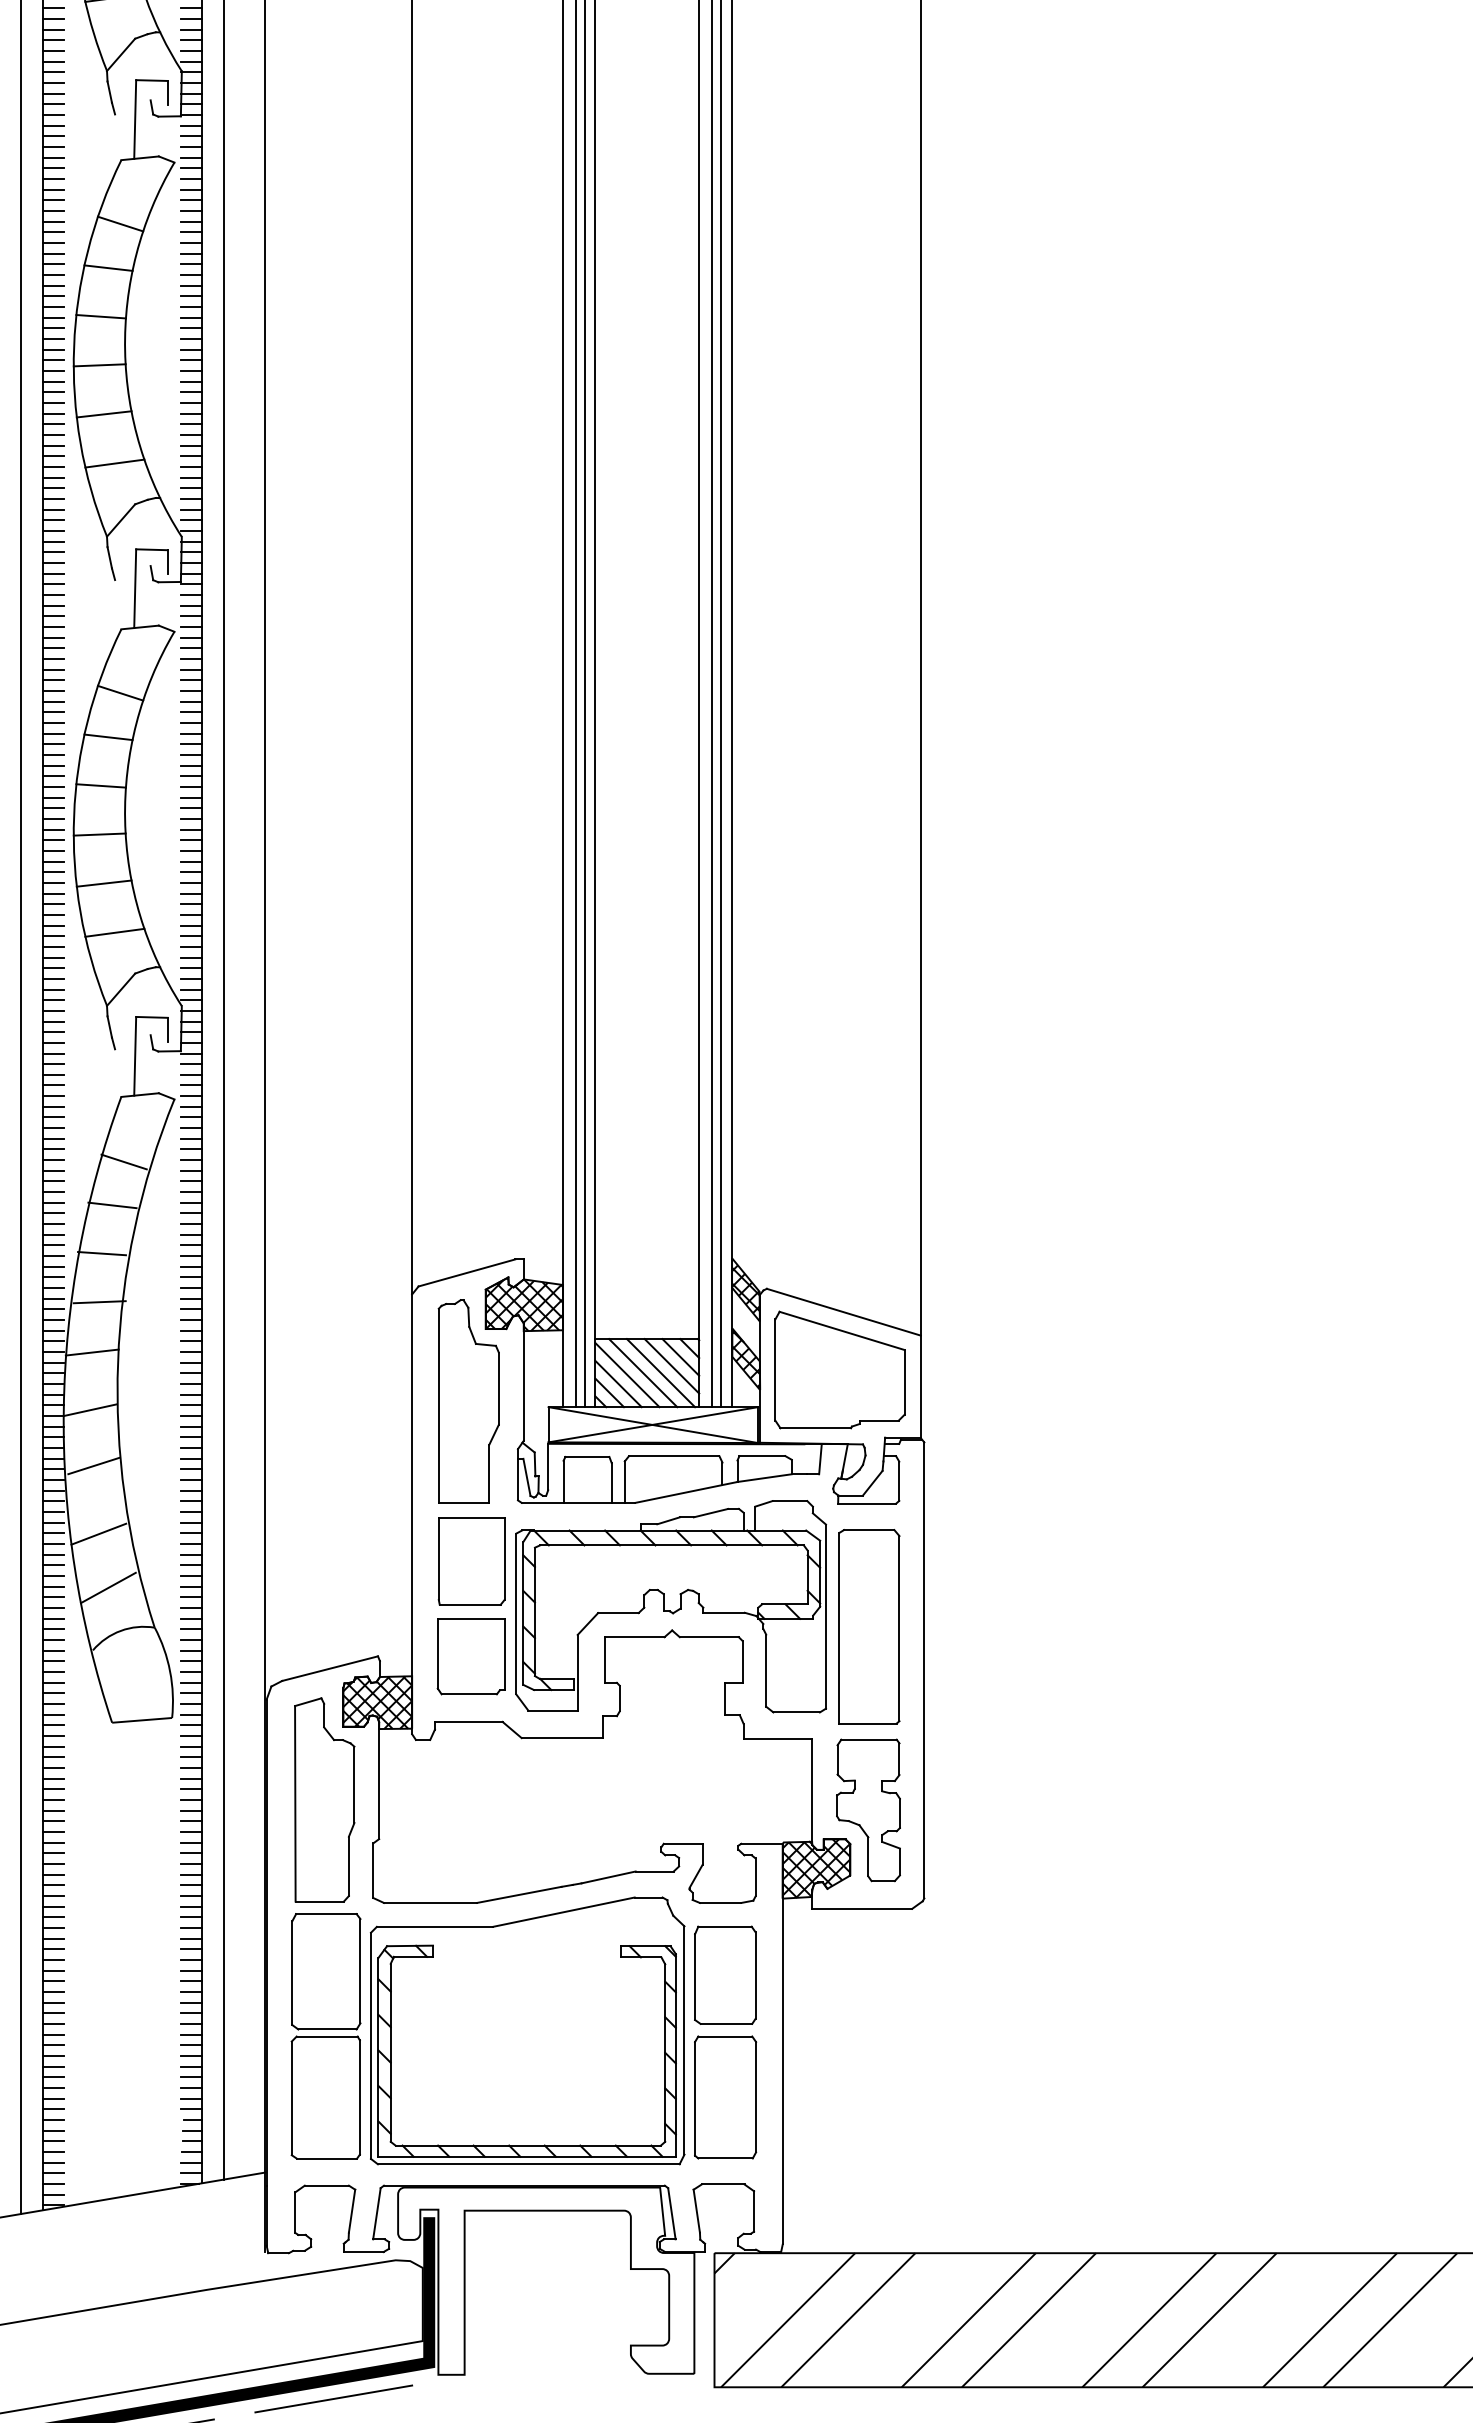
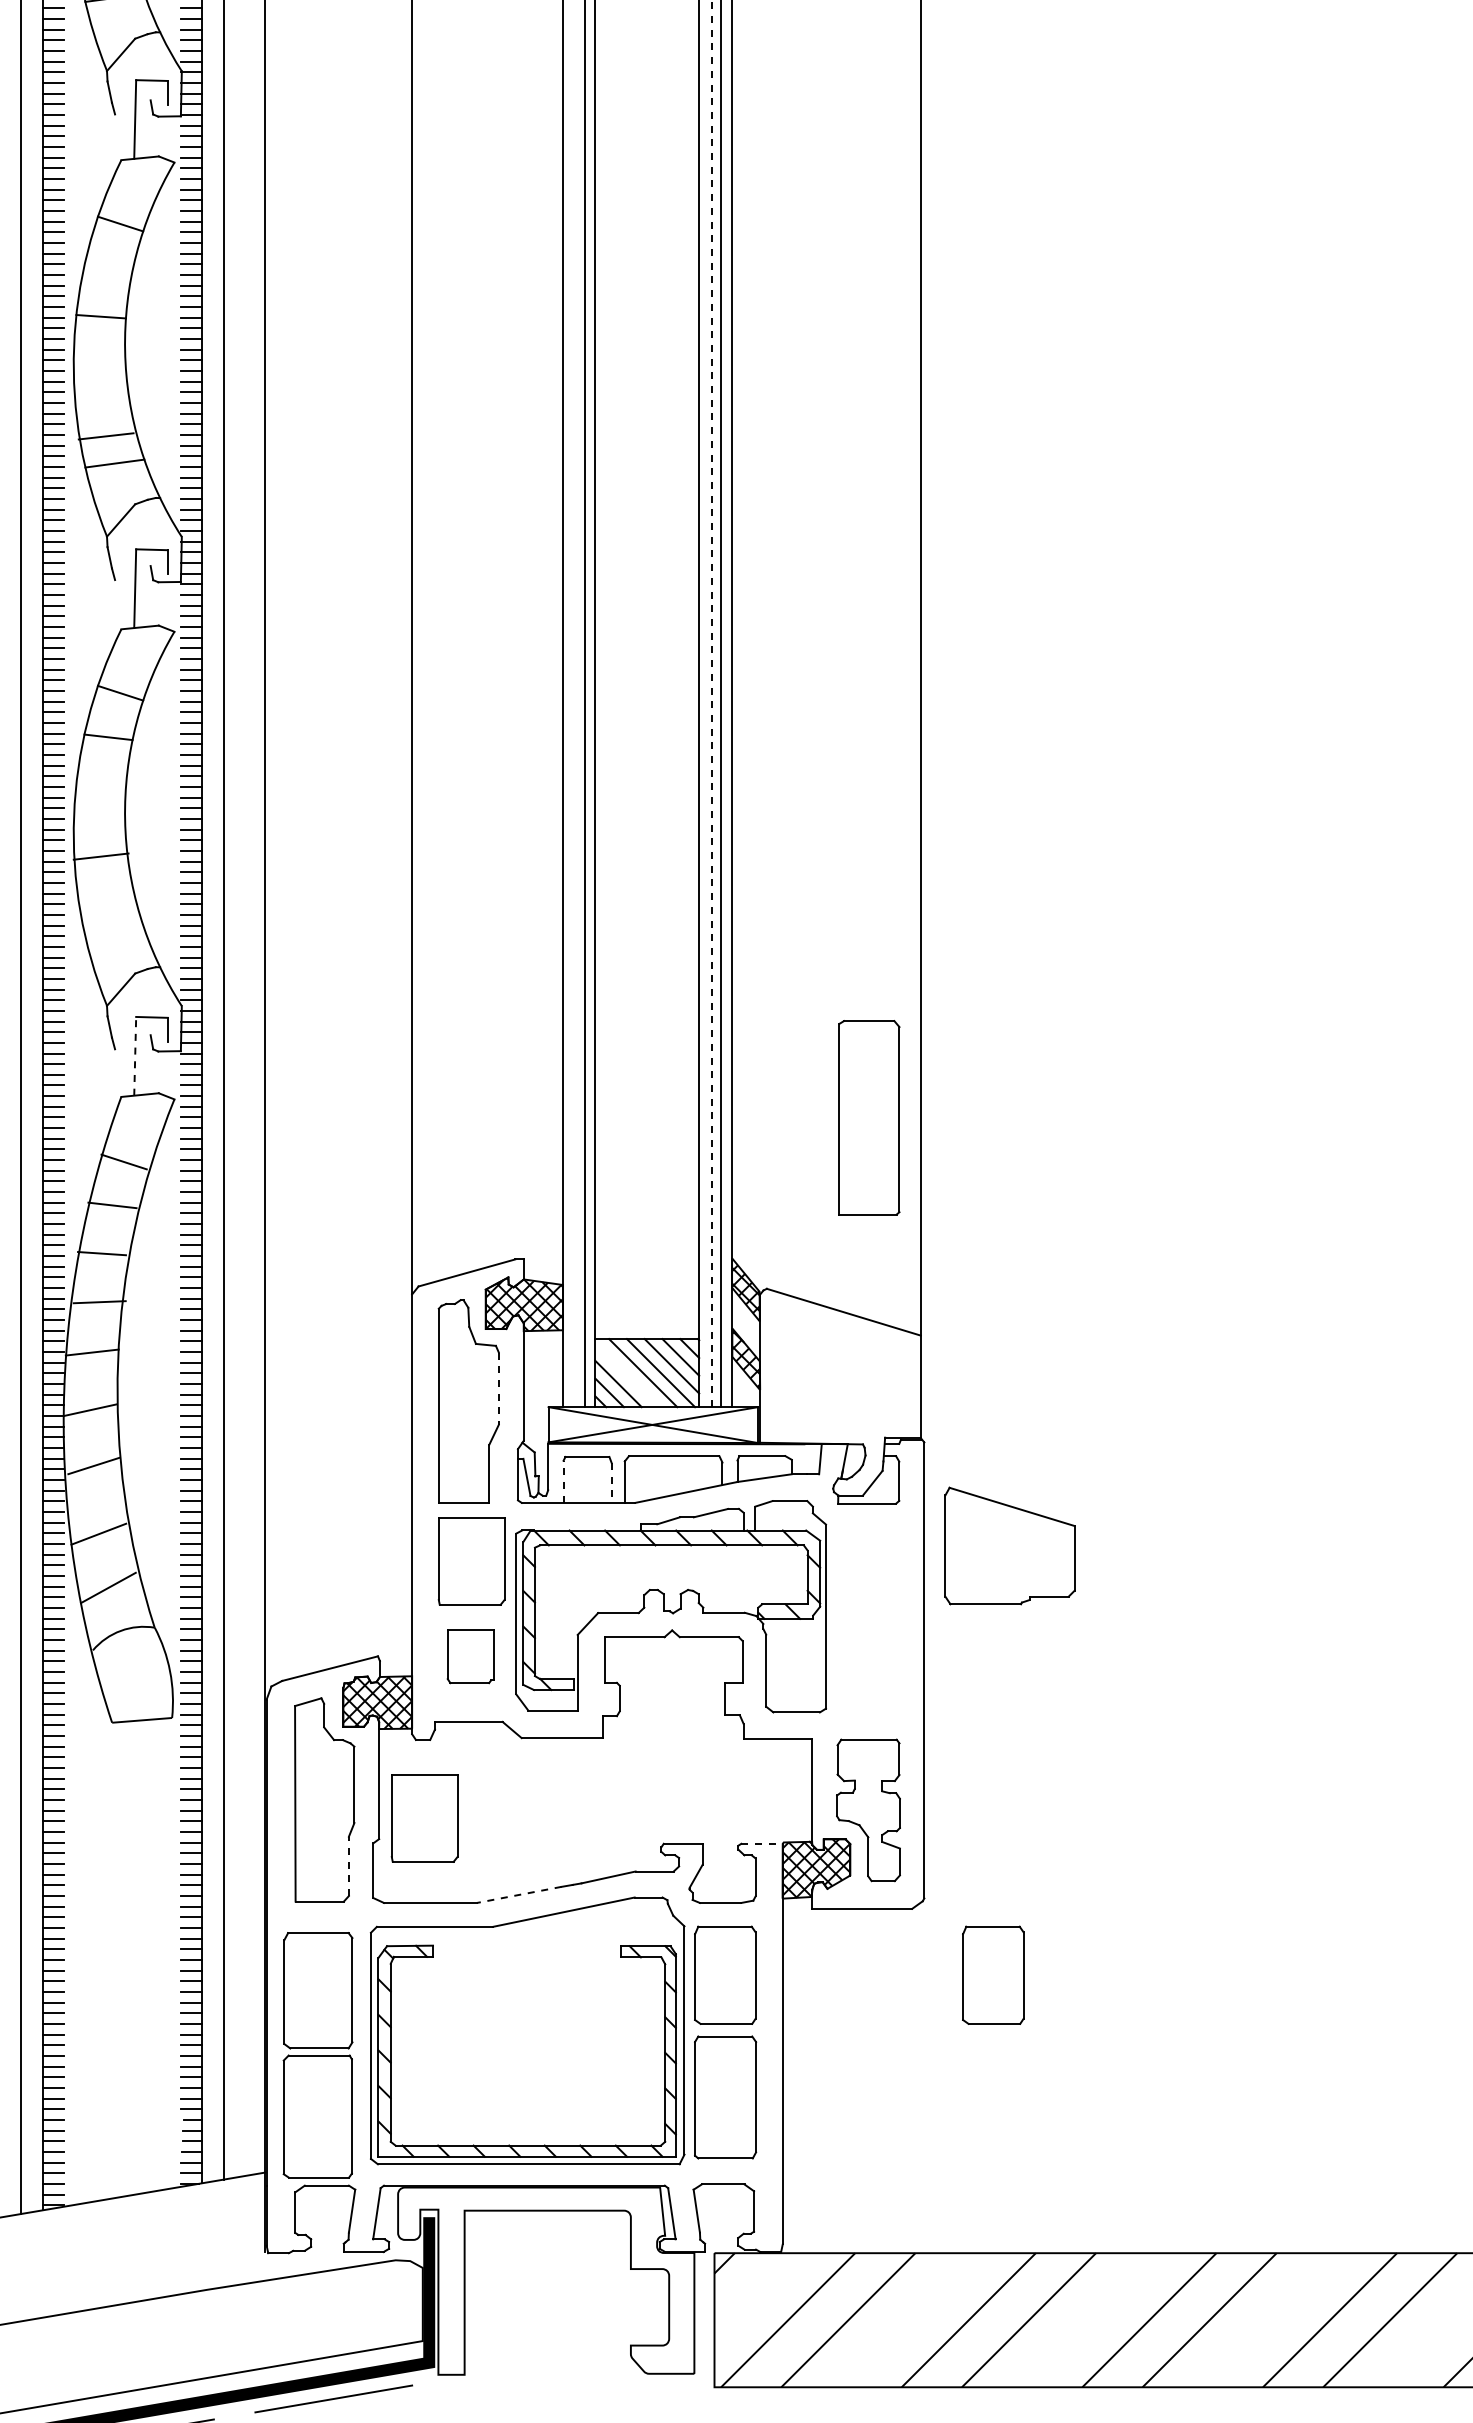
line at (108, 267): present -> none
line at (99, 365): present -> none
line at (103, 414) position: (103, 414) -> (105, 436)
line at (711, 703): solid -> dashed
line at (575, 704): present -> none
line at (100, 785): present -> none
line at (99, 834): present -> none
line at (103, 883) position: (103, 883) -> (100, 856)
line at (114, 932): present -> none
line at (135, 1055): solid -> dashed
part at (839, 1369) position: (839, 1369) -> (1009, 1545)
line at (627, 1375): present -> none
line at (498, 1389): solid -> dashed
line at (563, 1481): solid -> dashed
line at (611, 1482): solid -> dashed
part at (869, 1626) position: (869, 1626) -> (869, 1117)
part at (470, 1656) size: 70x78 px -> 49x56 px
part at (424, 1818): none -> present
line at (762, 1843): solid -> dashed
line at (348, 1866): solid -> dashed
line at (518, 1895): solid -> dashed
part at (993, 1974): none -> present
part at (325, 2036) position: (325, 2036) -> (317, 2055)
